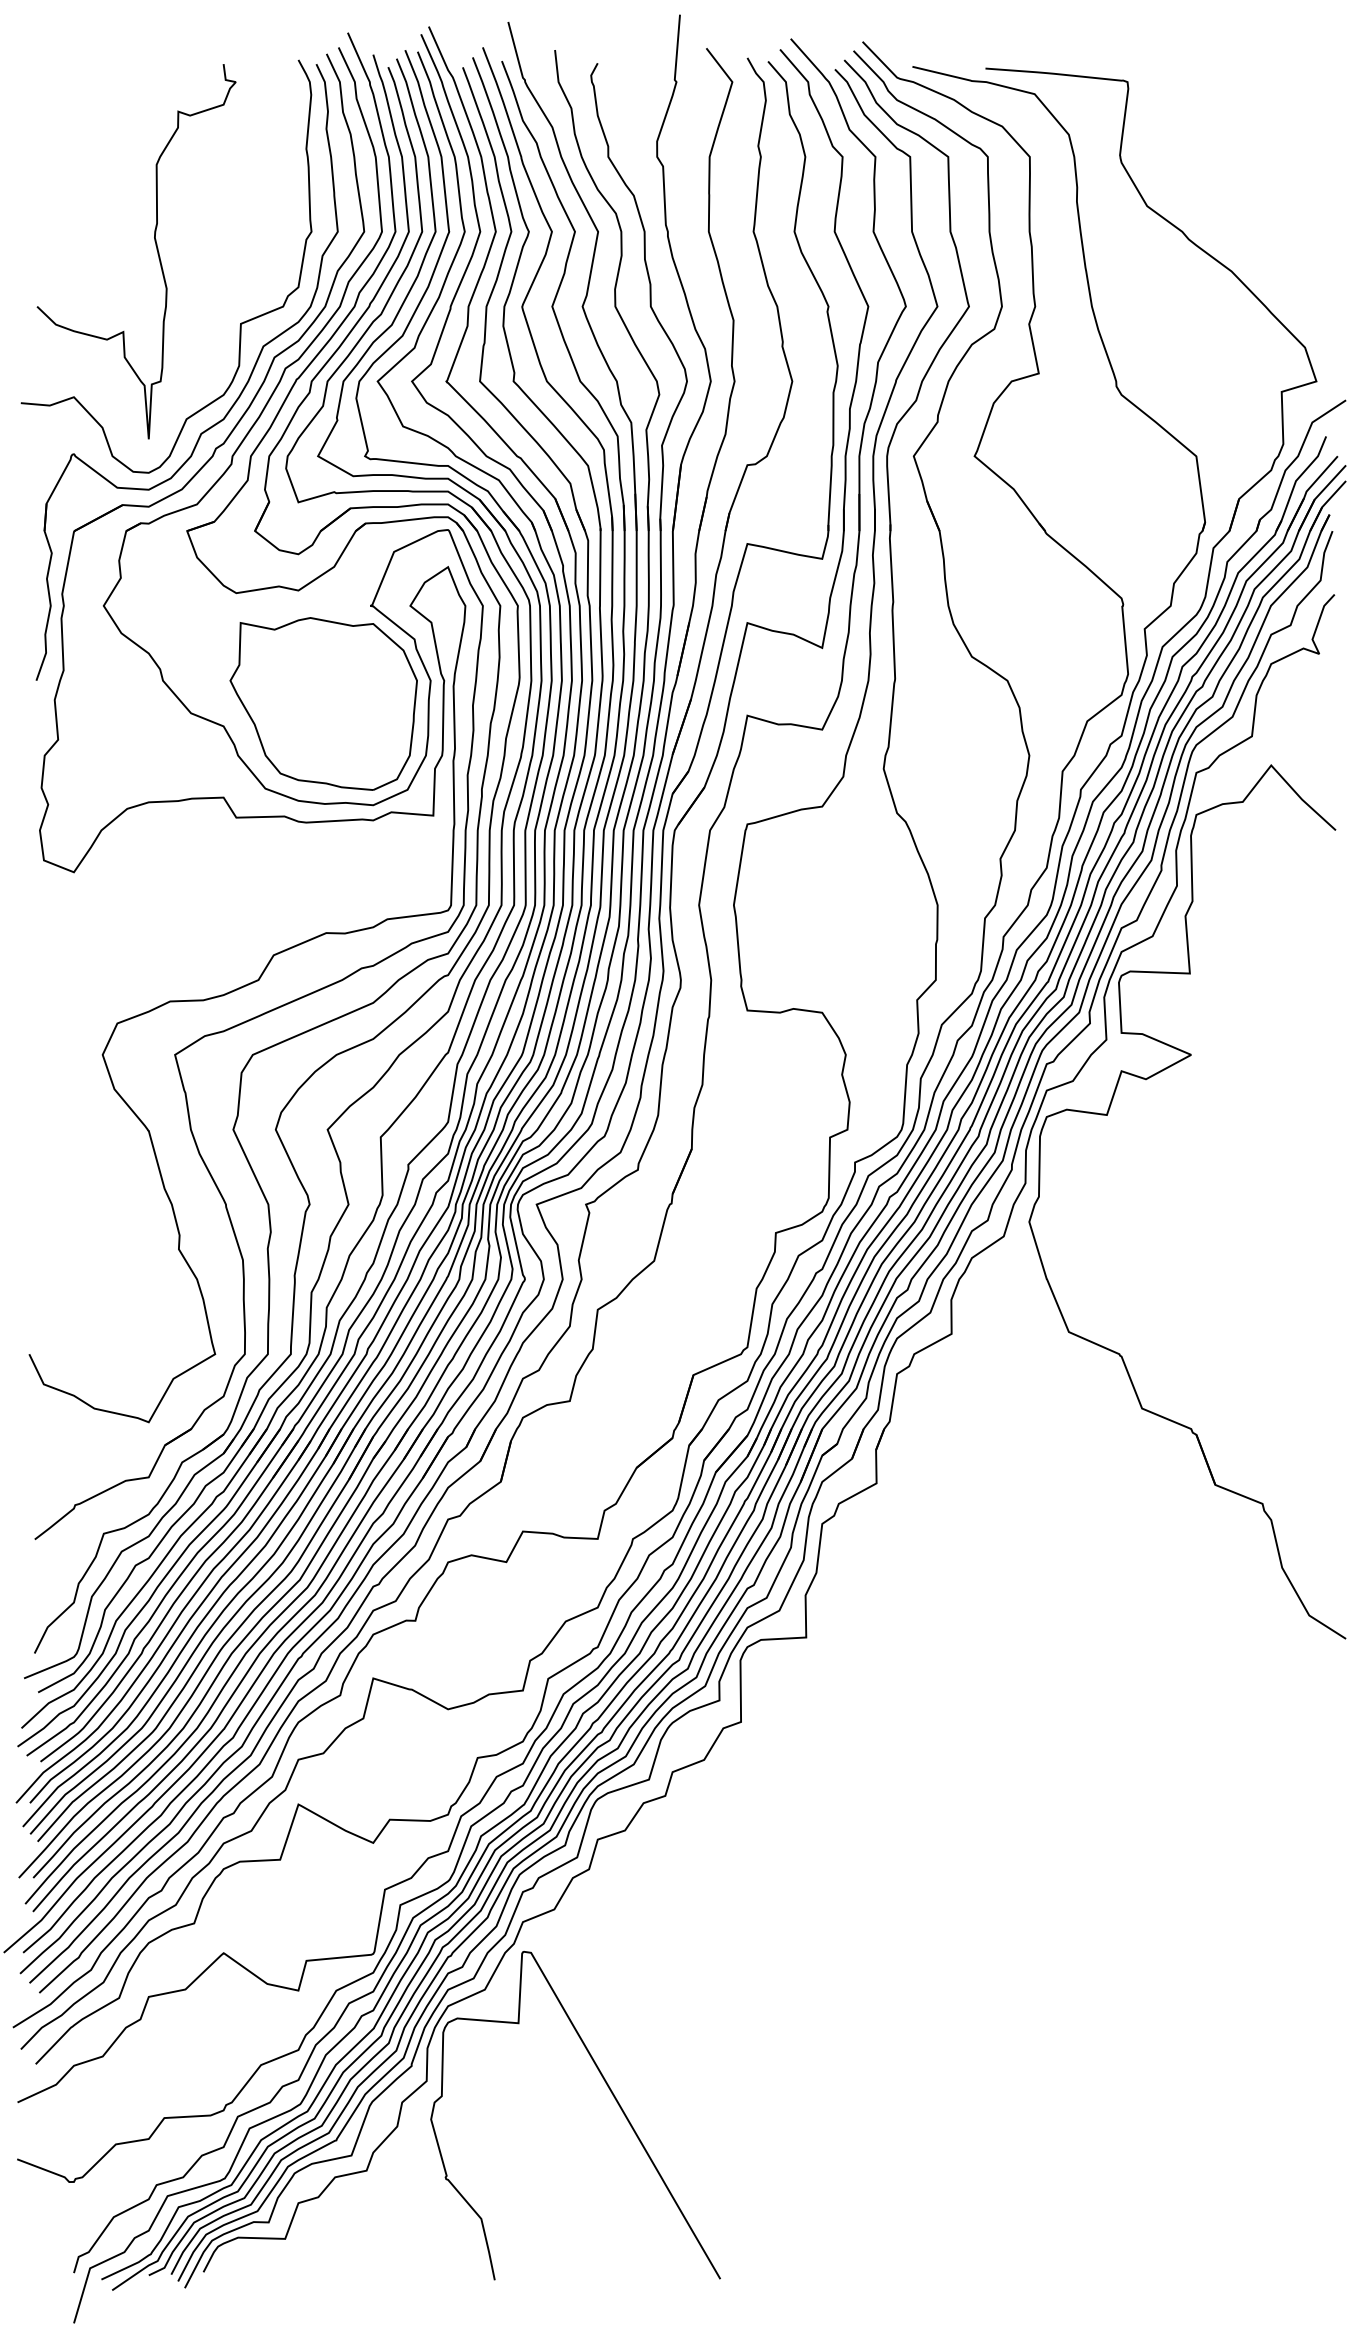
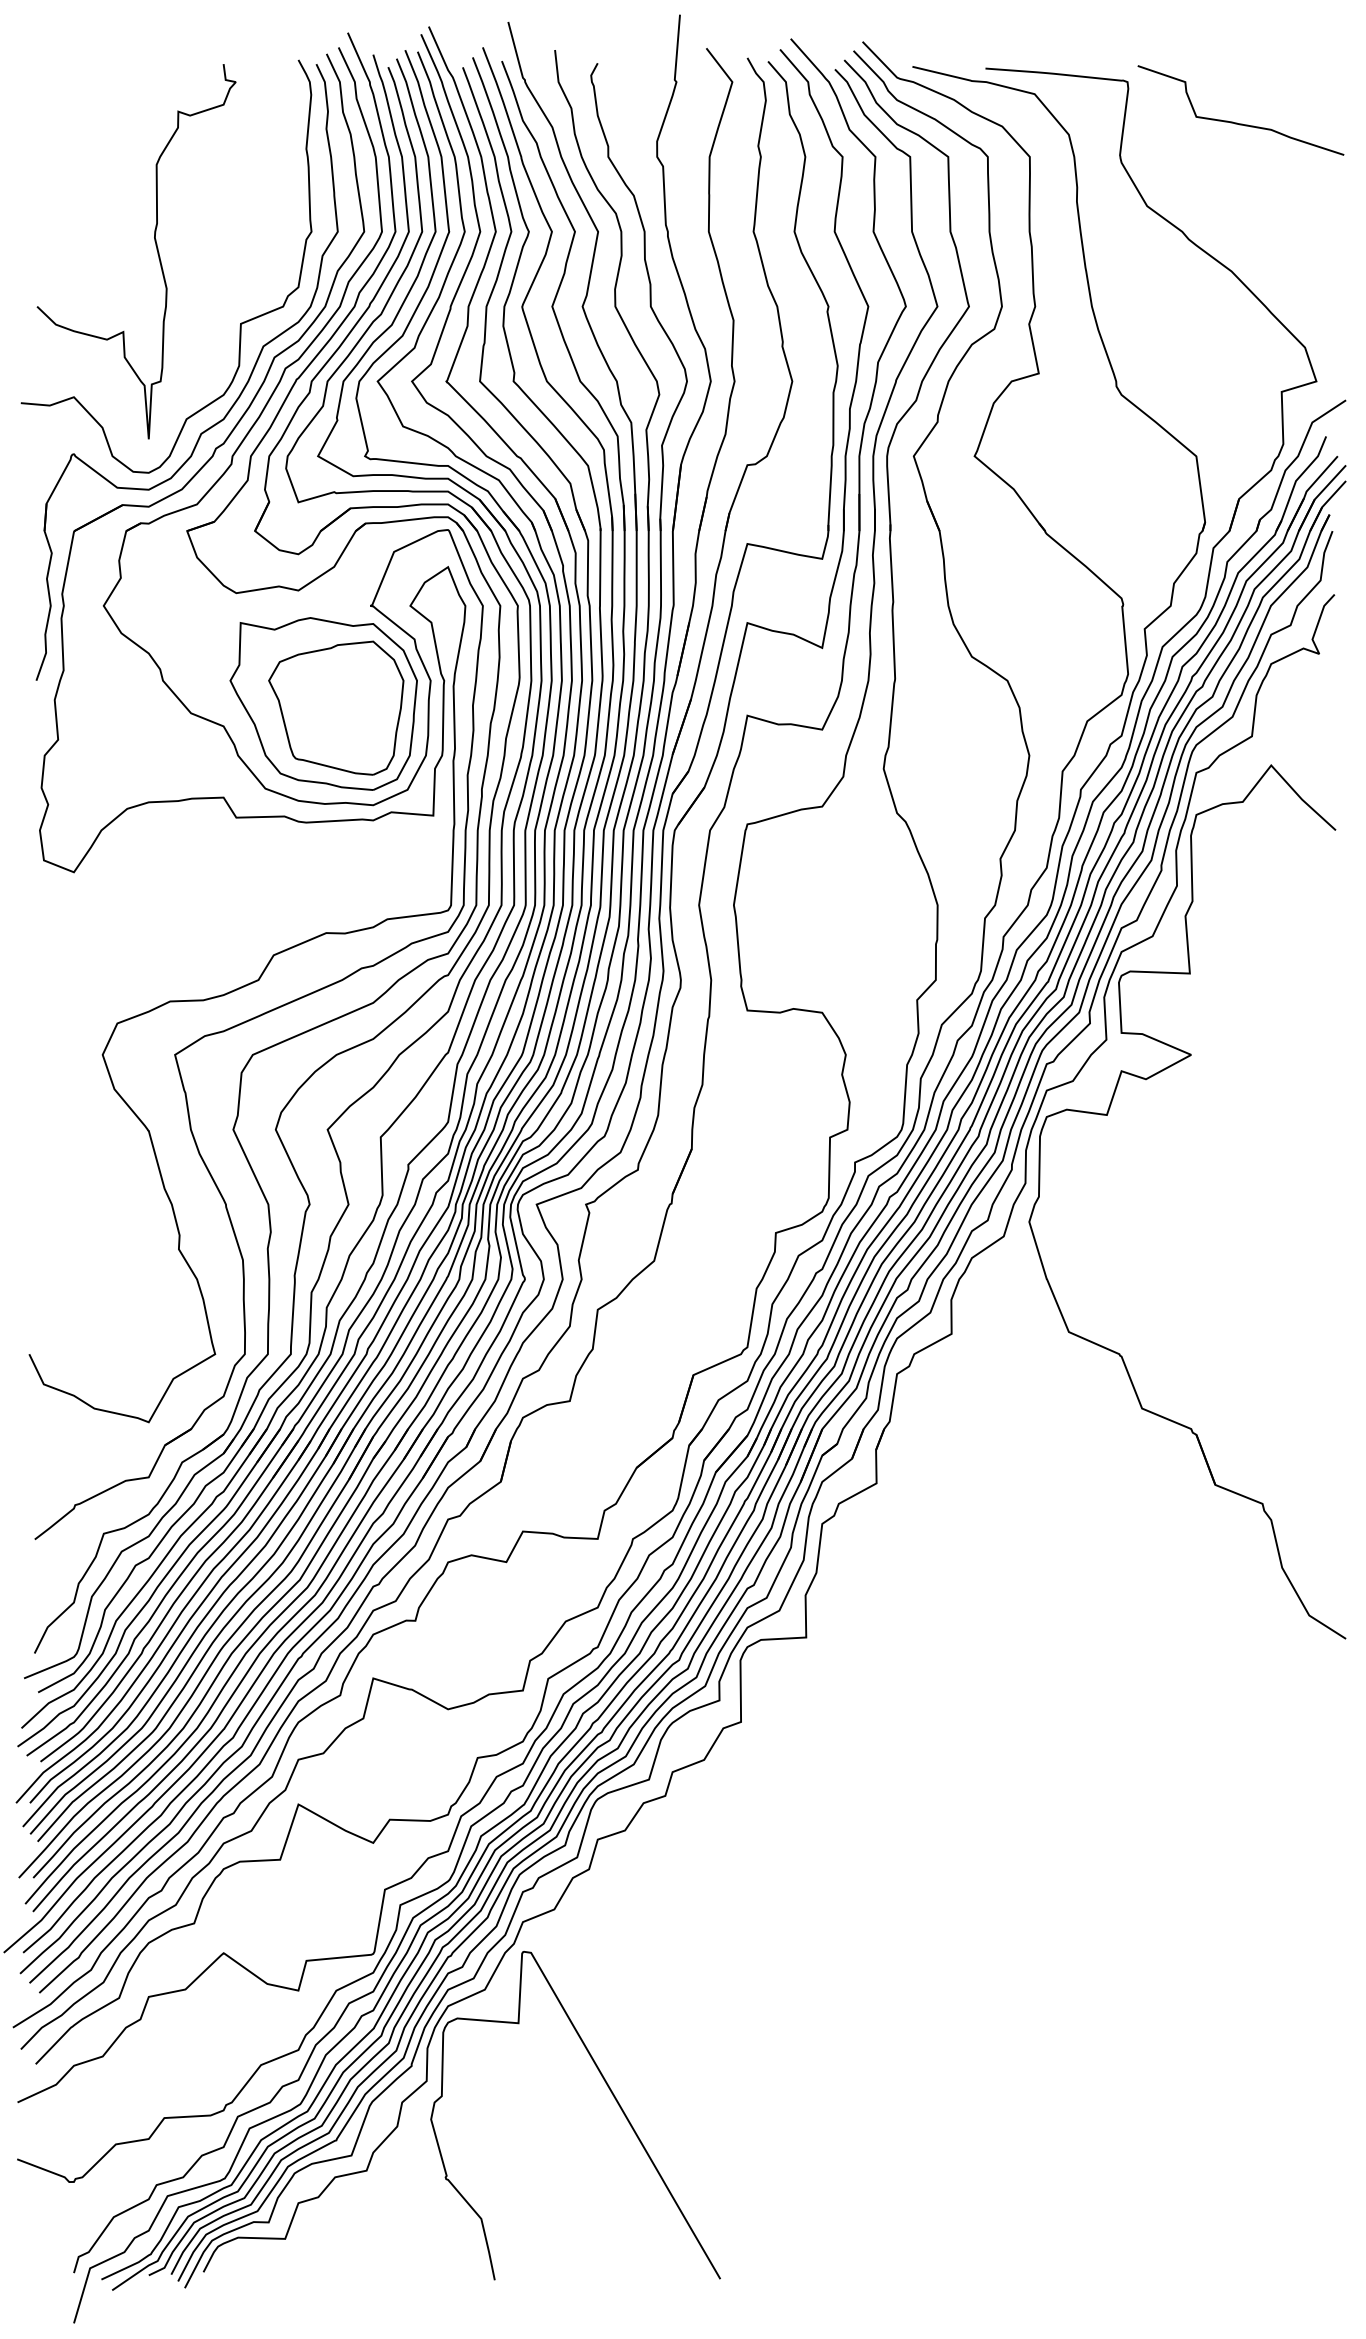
curve at (1237, 122): none -> present
part at (336, 707): none -> present
